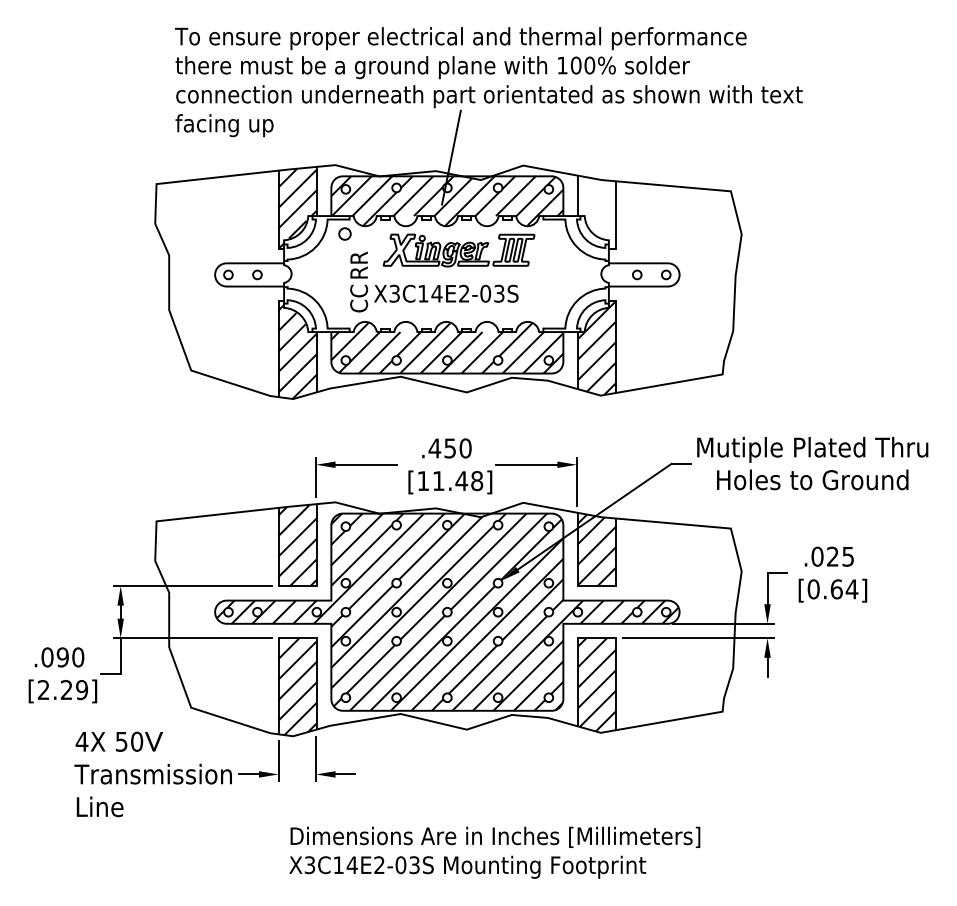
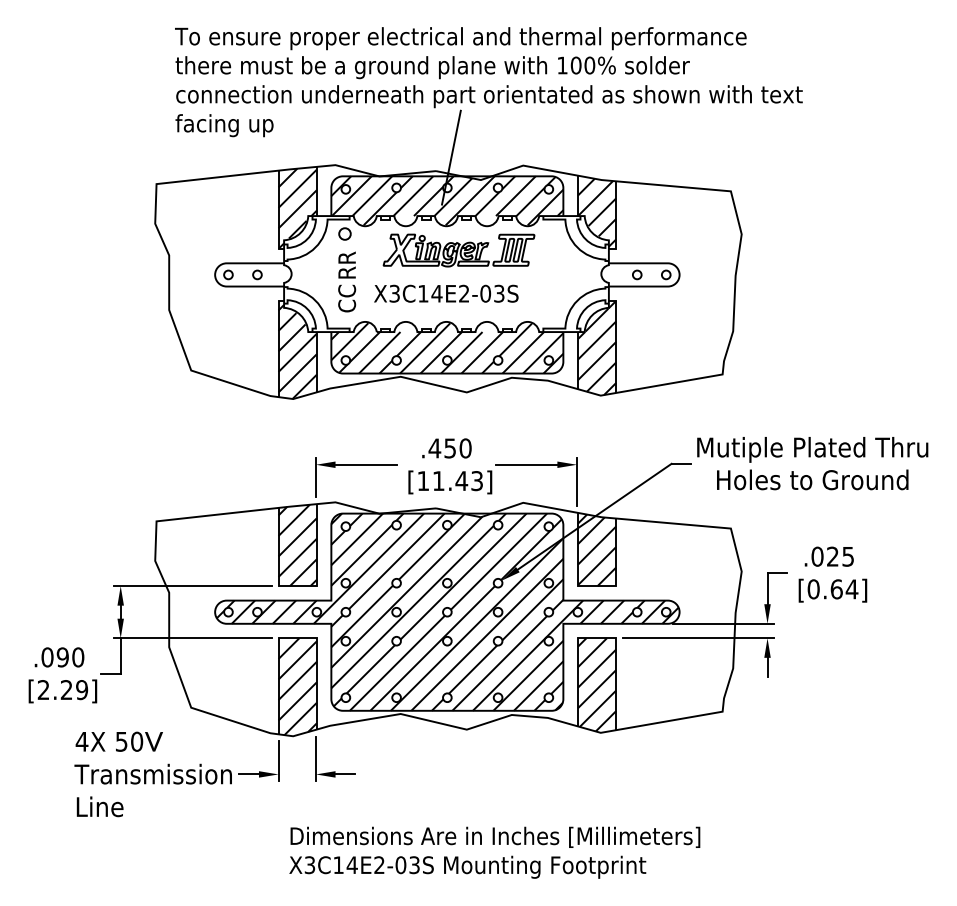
hatch at (596, 212): none -> present
text at (359, 281) position: (359, 281) -> (347, 281)
text at (477, 481): [11.48] -> [11.43]
